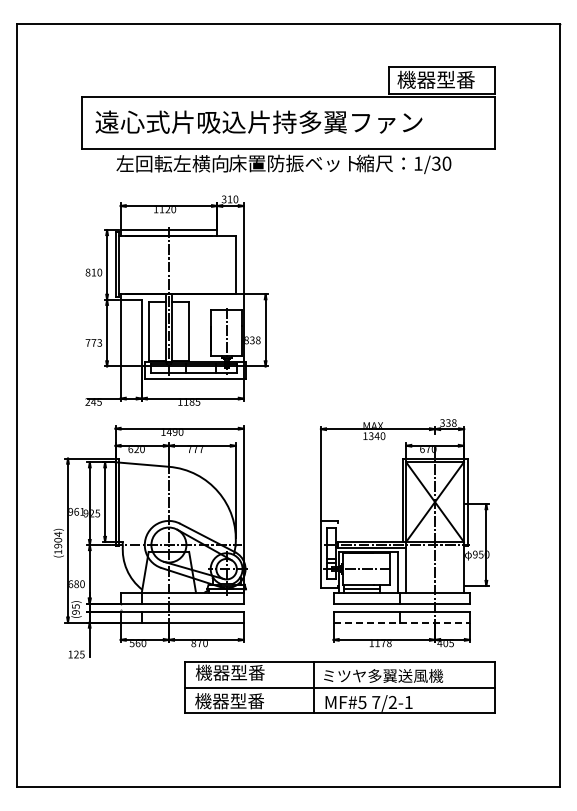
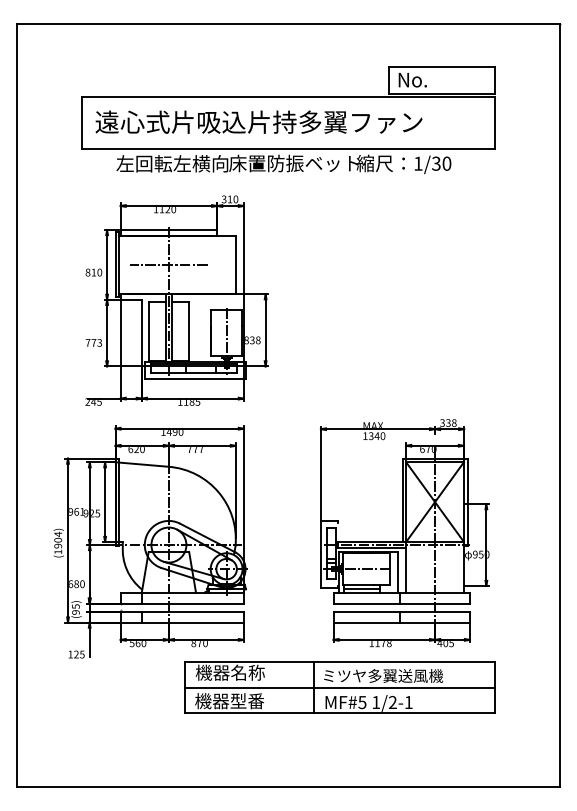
text at (435, 79): 機器型番 -> No.
line at (168, 264): none -> present
line at (402, 622): dashed -> solid
text at (247, 672): 機器型番 -> 機器名称
text at (376, 702): 7/2-1 -> 1/2-1
